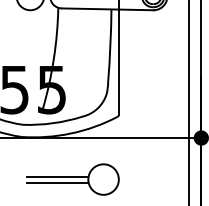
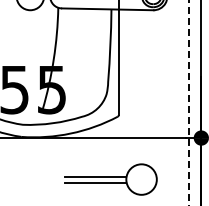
line at (189, 102): solid -> dashed
part at (72, 179) position: (72, 179) -> (110, 179)
